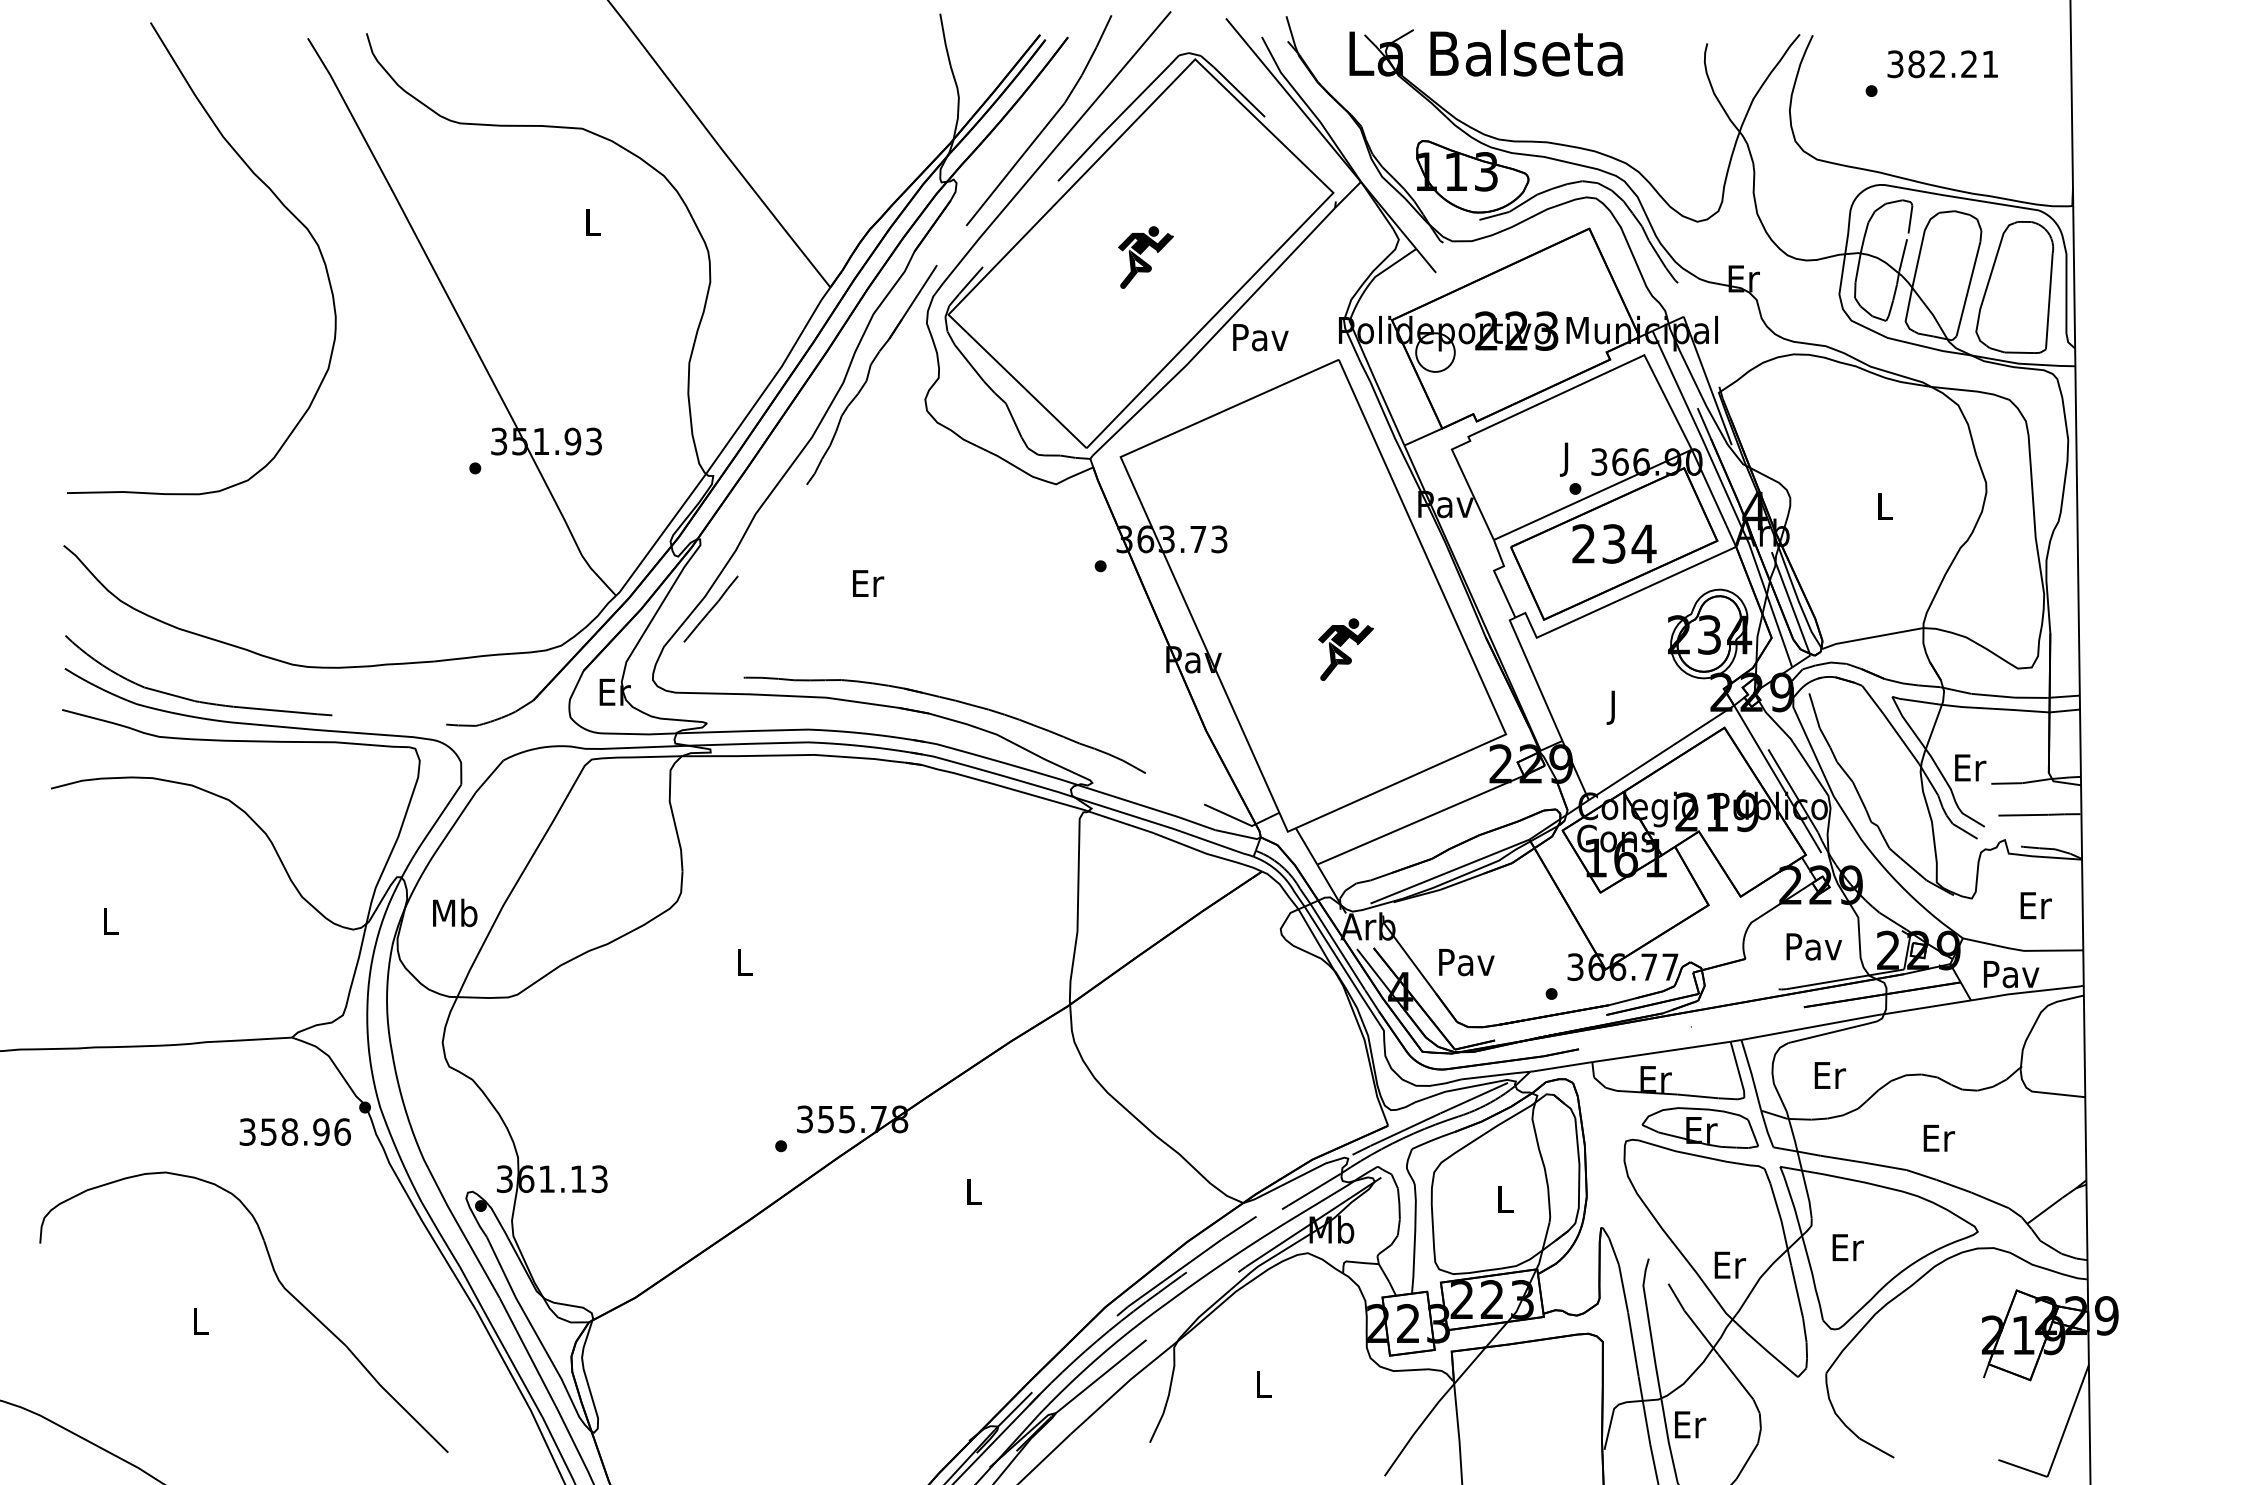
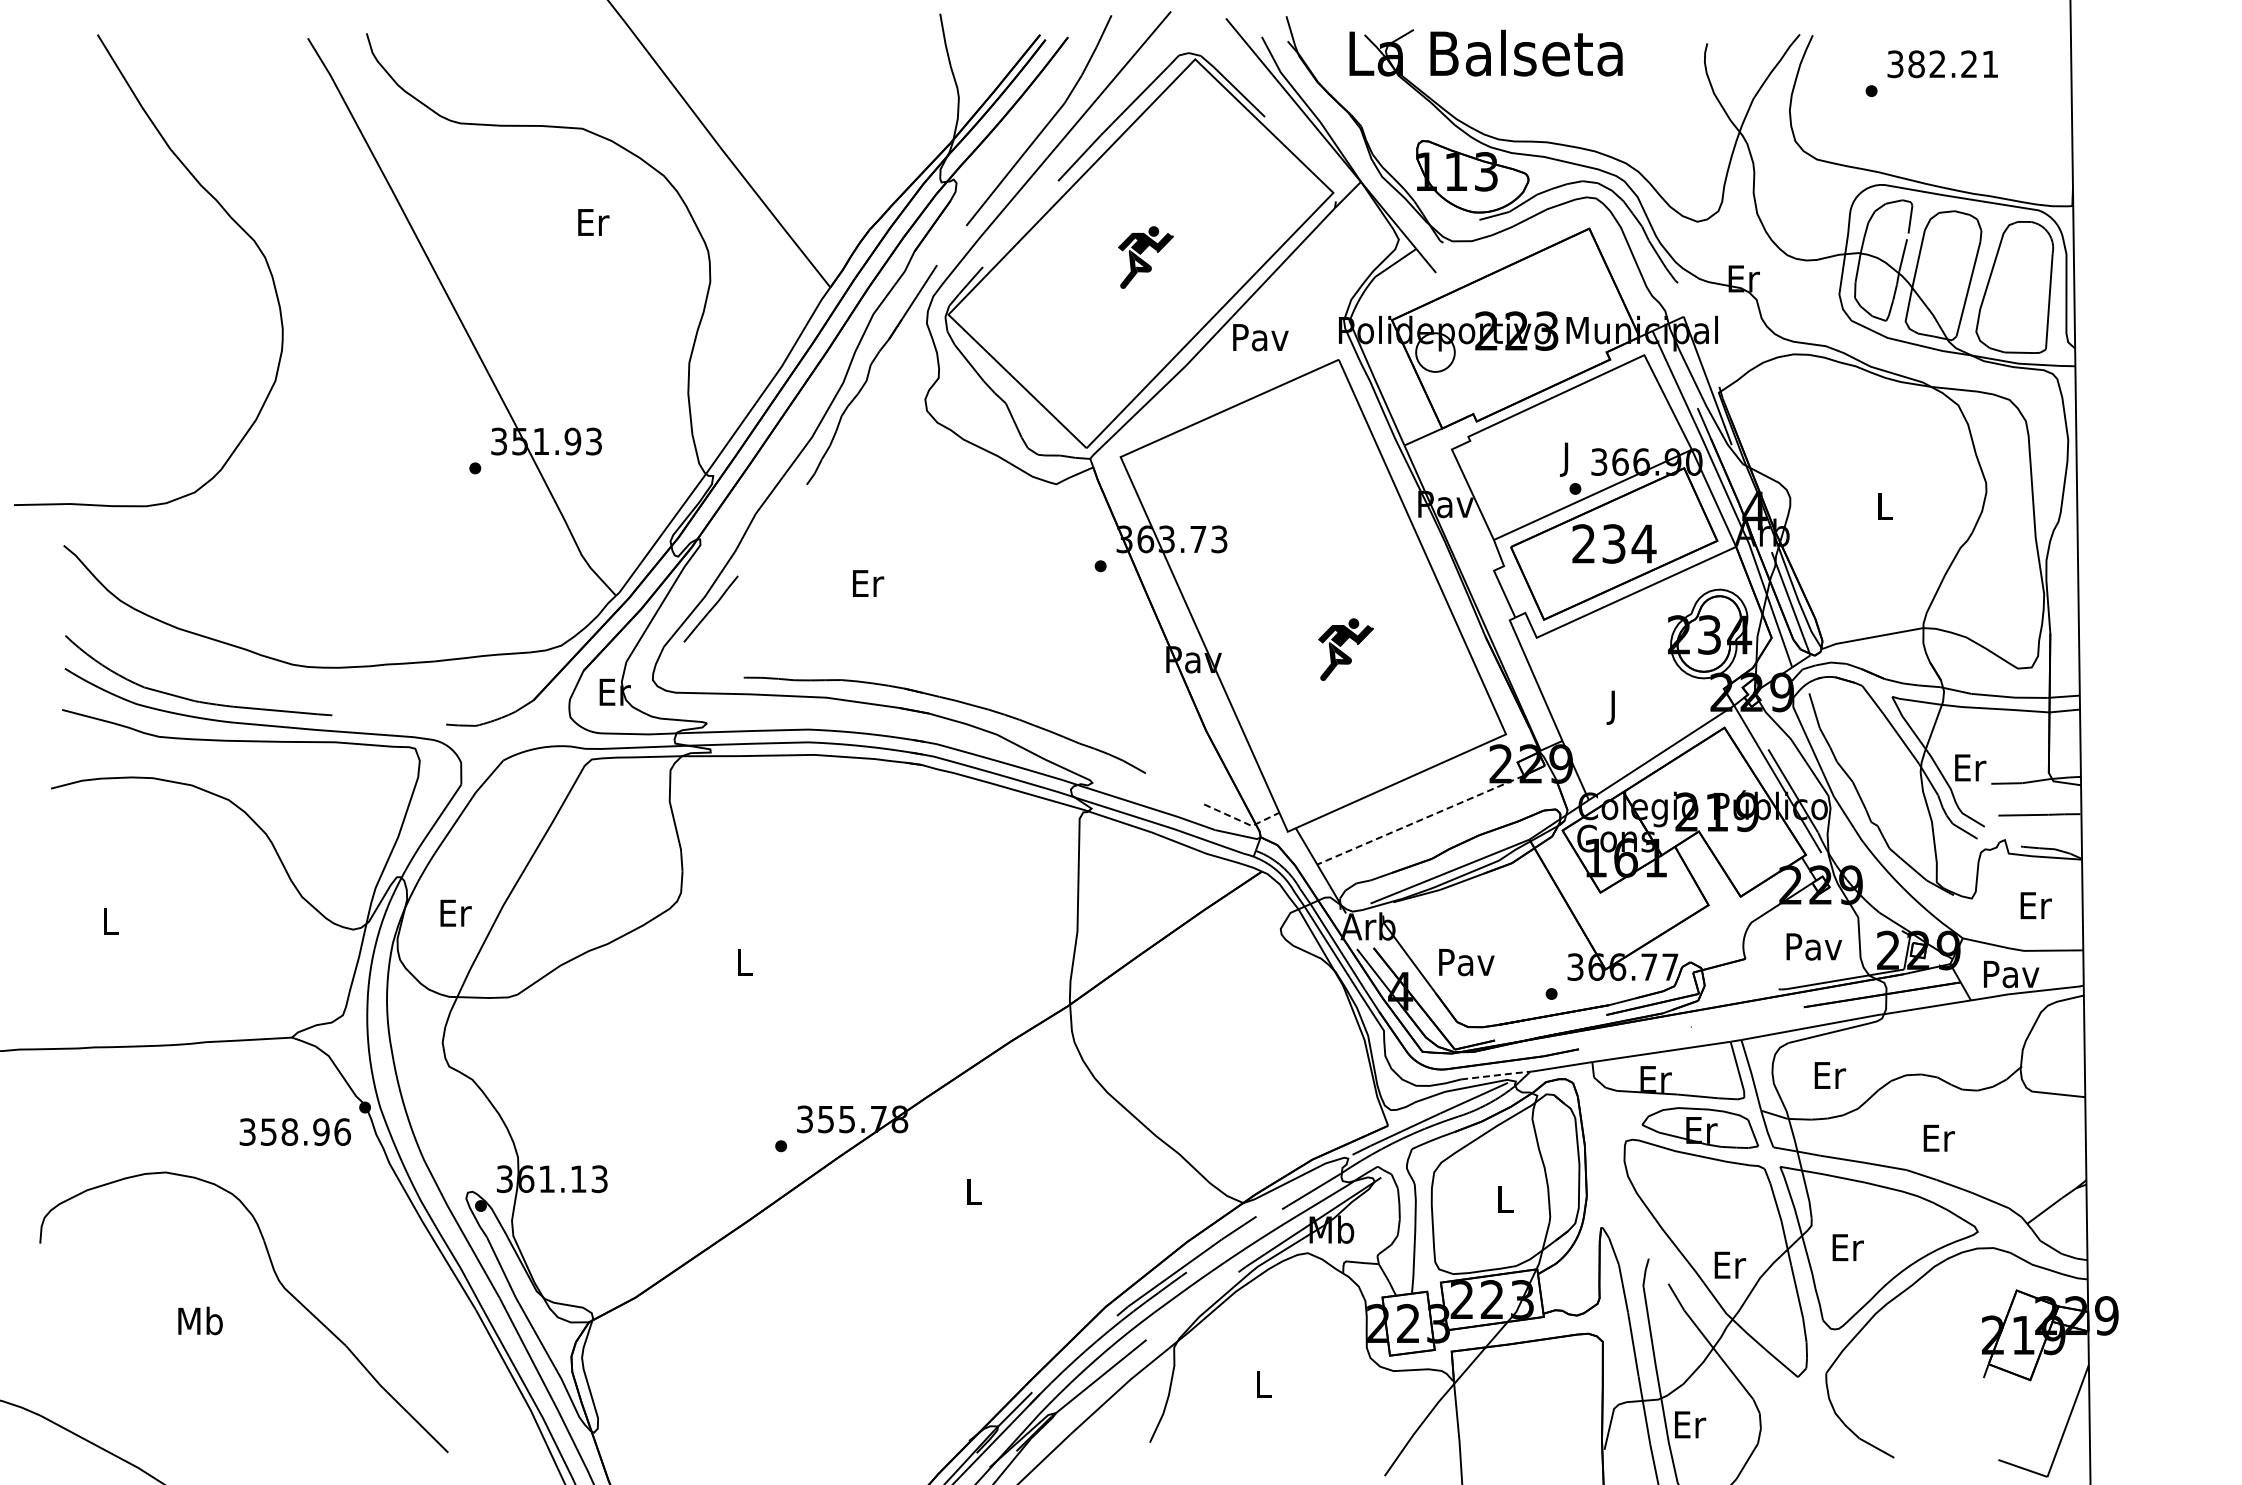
curve at (276, 198) position: (276, 198) -> (223, 210)
text at (593, 222): L -> Er
line at (1420, 820): solid -> dashed
line at (1242, 821): solid -> dashed
text at (455, 912): Mb -> Er
line at (1496, 1075): solid -> dashed
text at (200, 1320): L -> Mb
